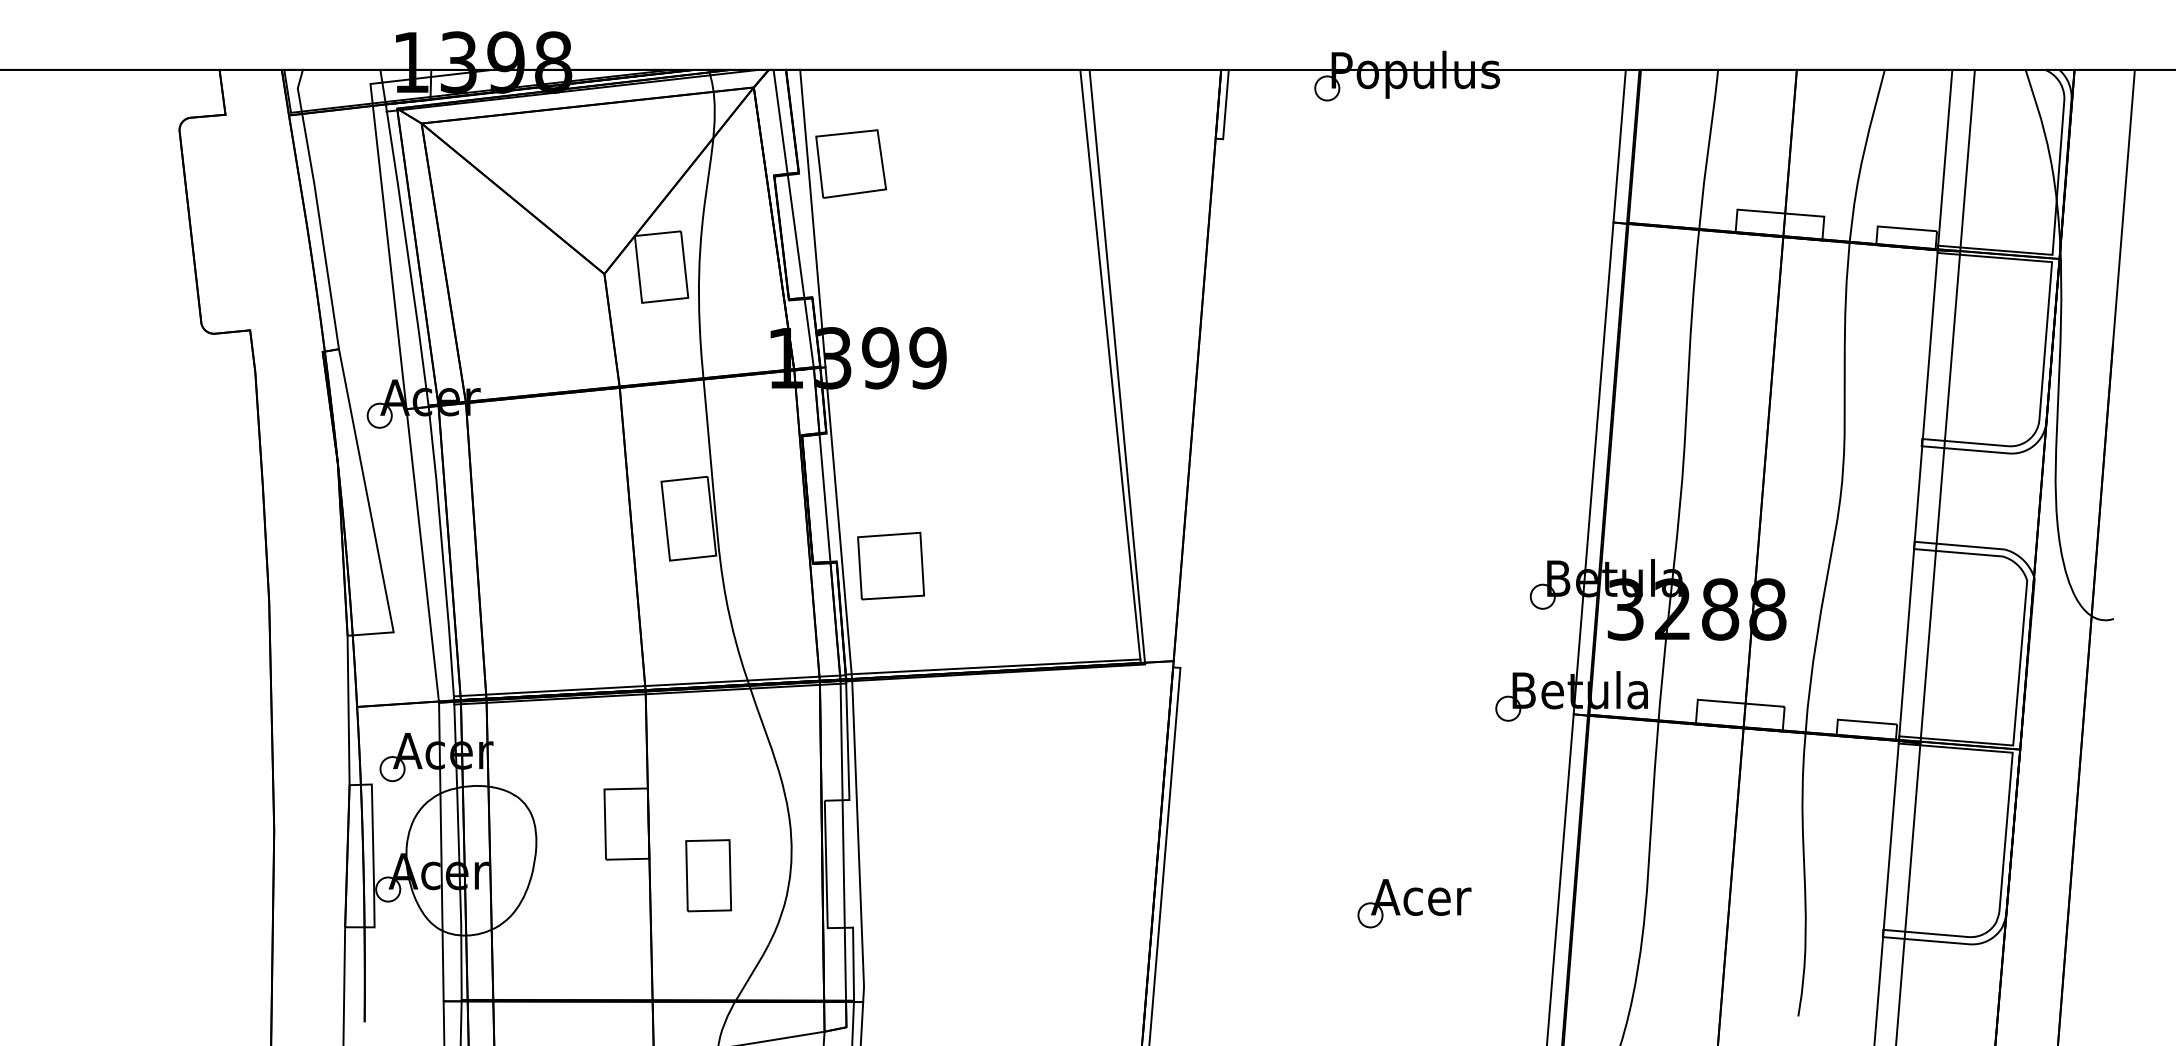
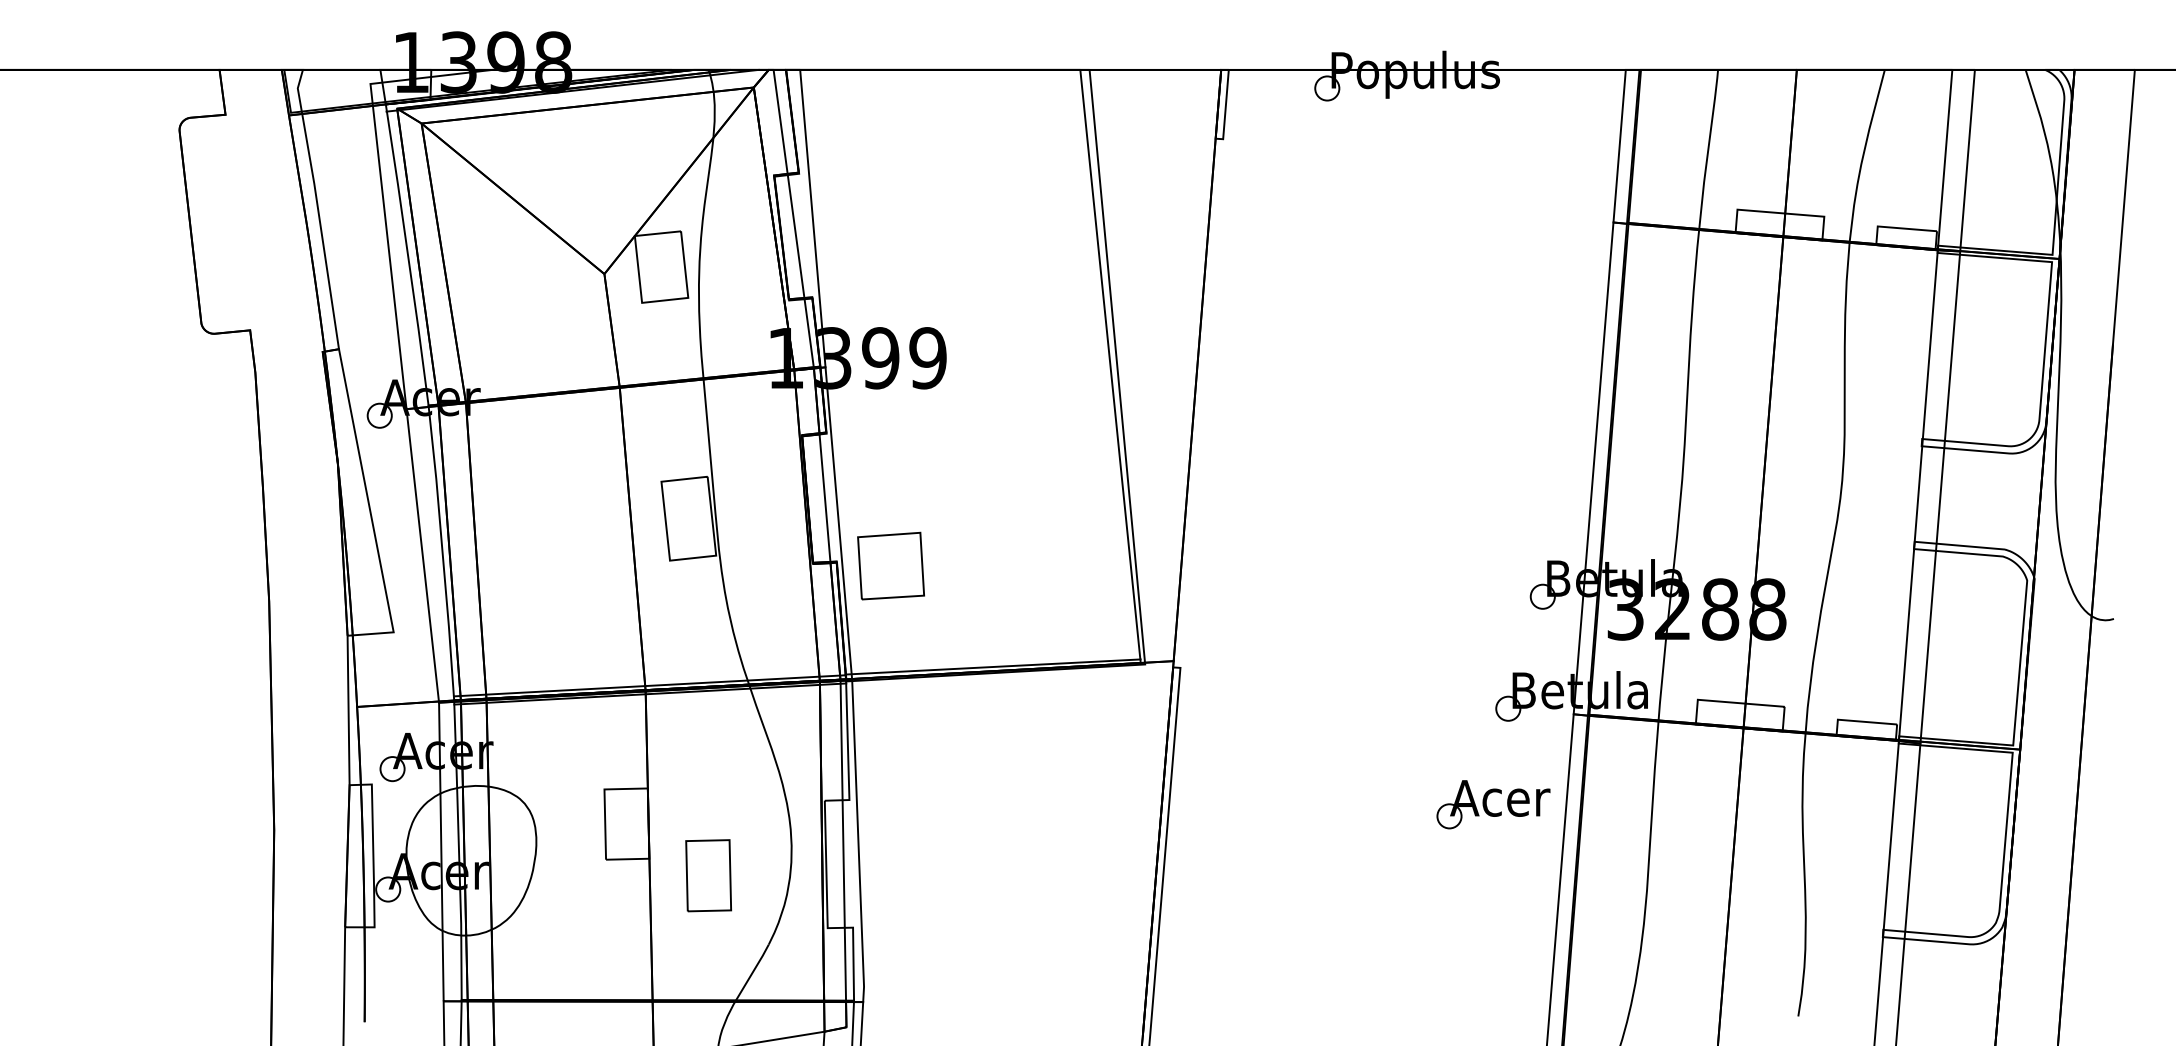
part at (851, 163): present -> none
part at (1408, 905) position: (1408, 905) -> (1487, 806)
